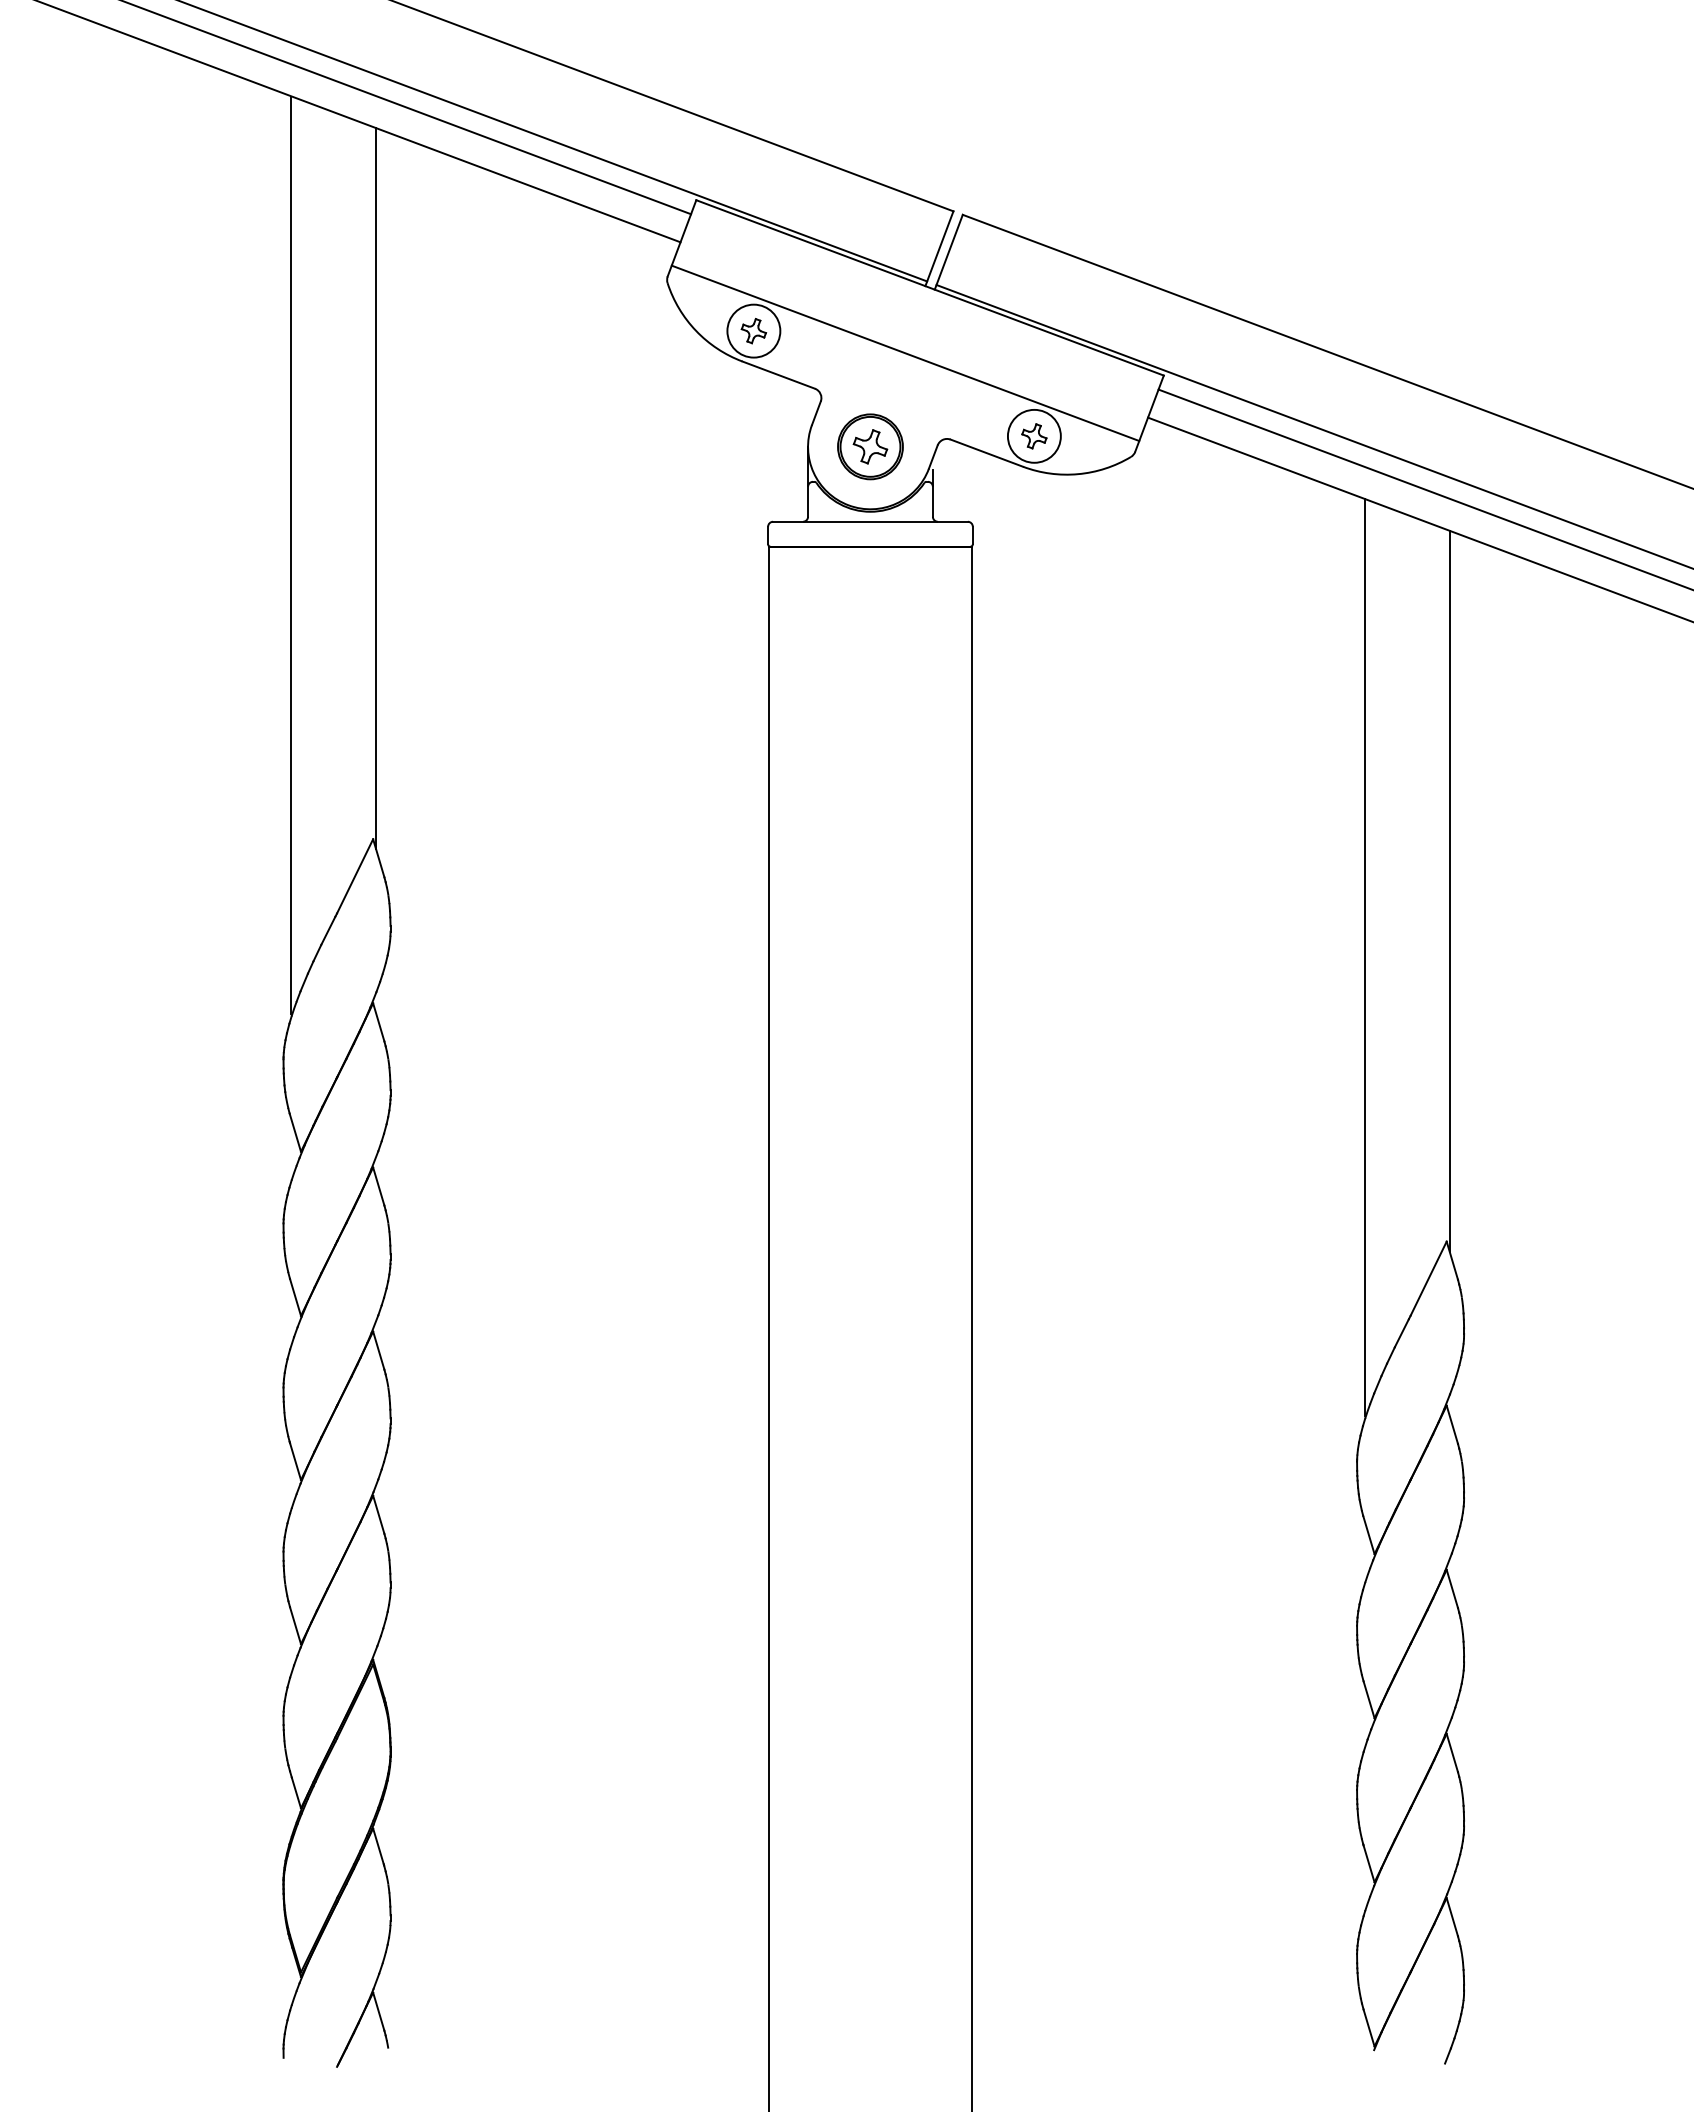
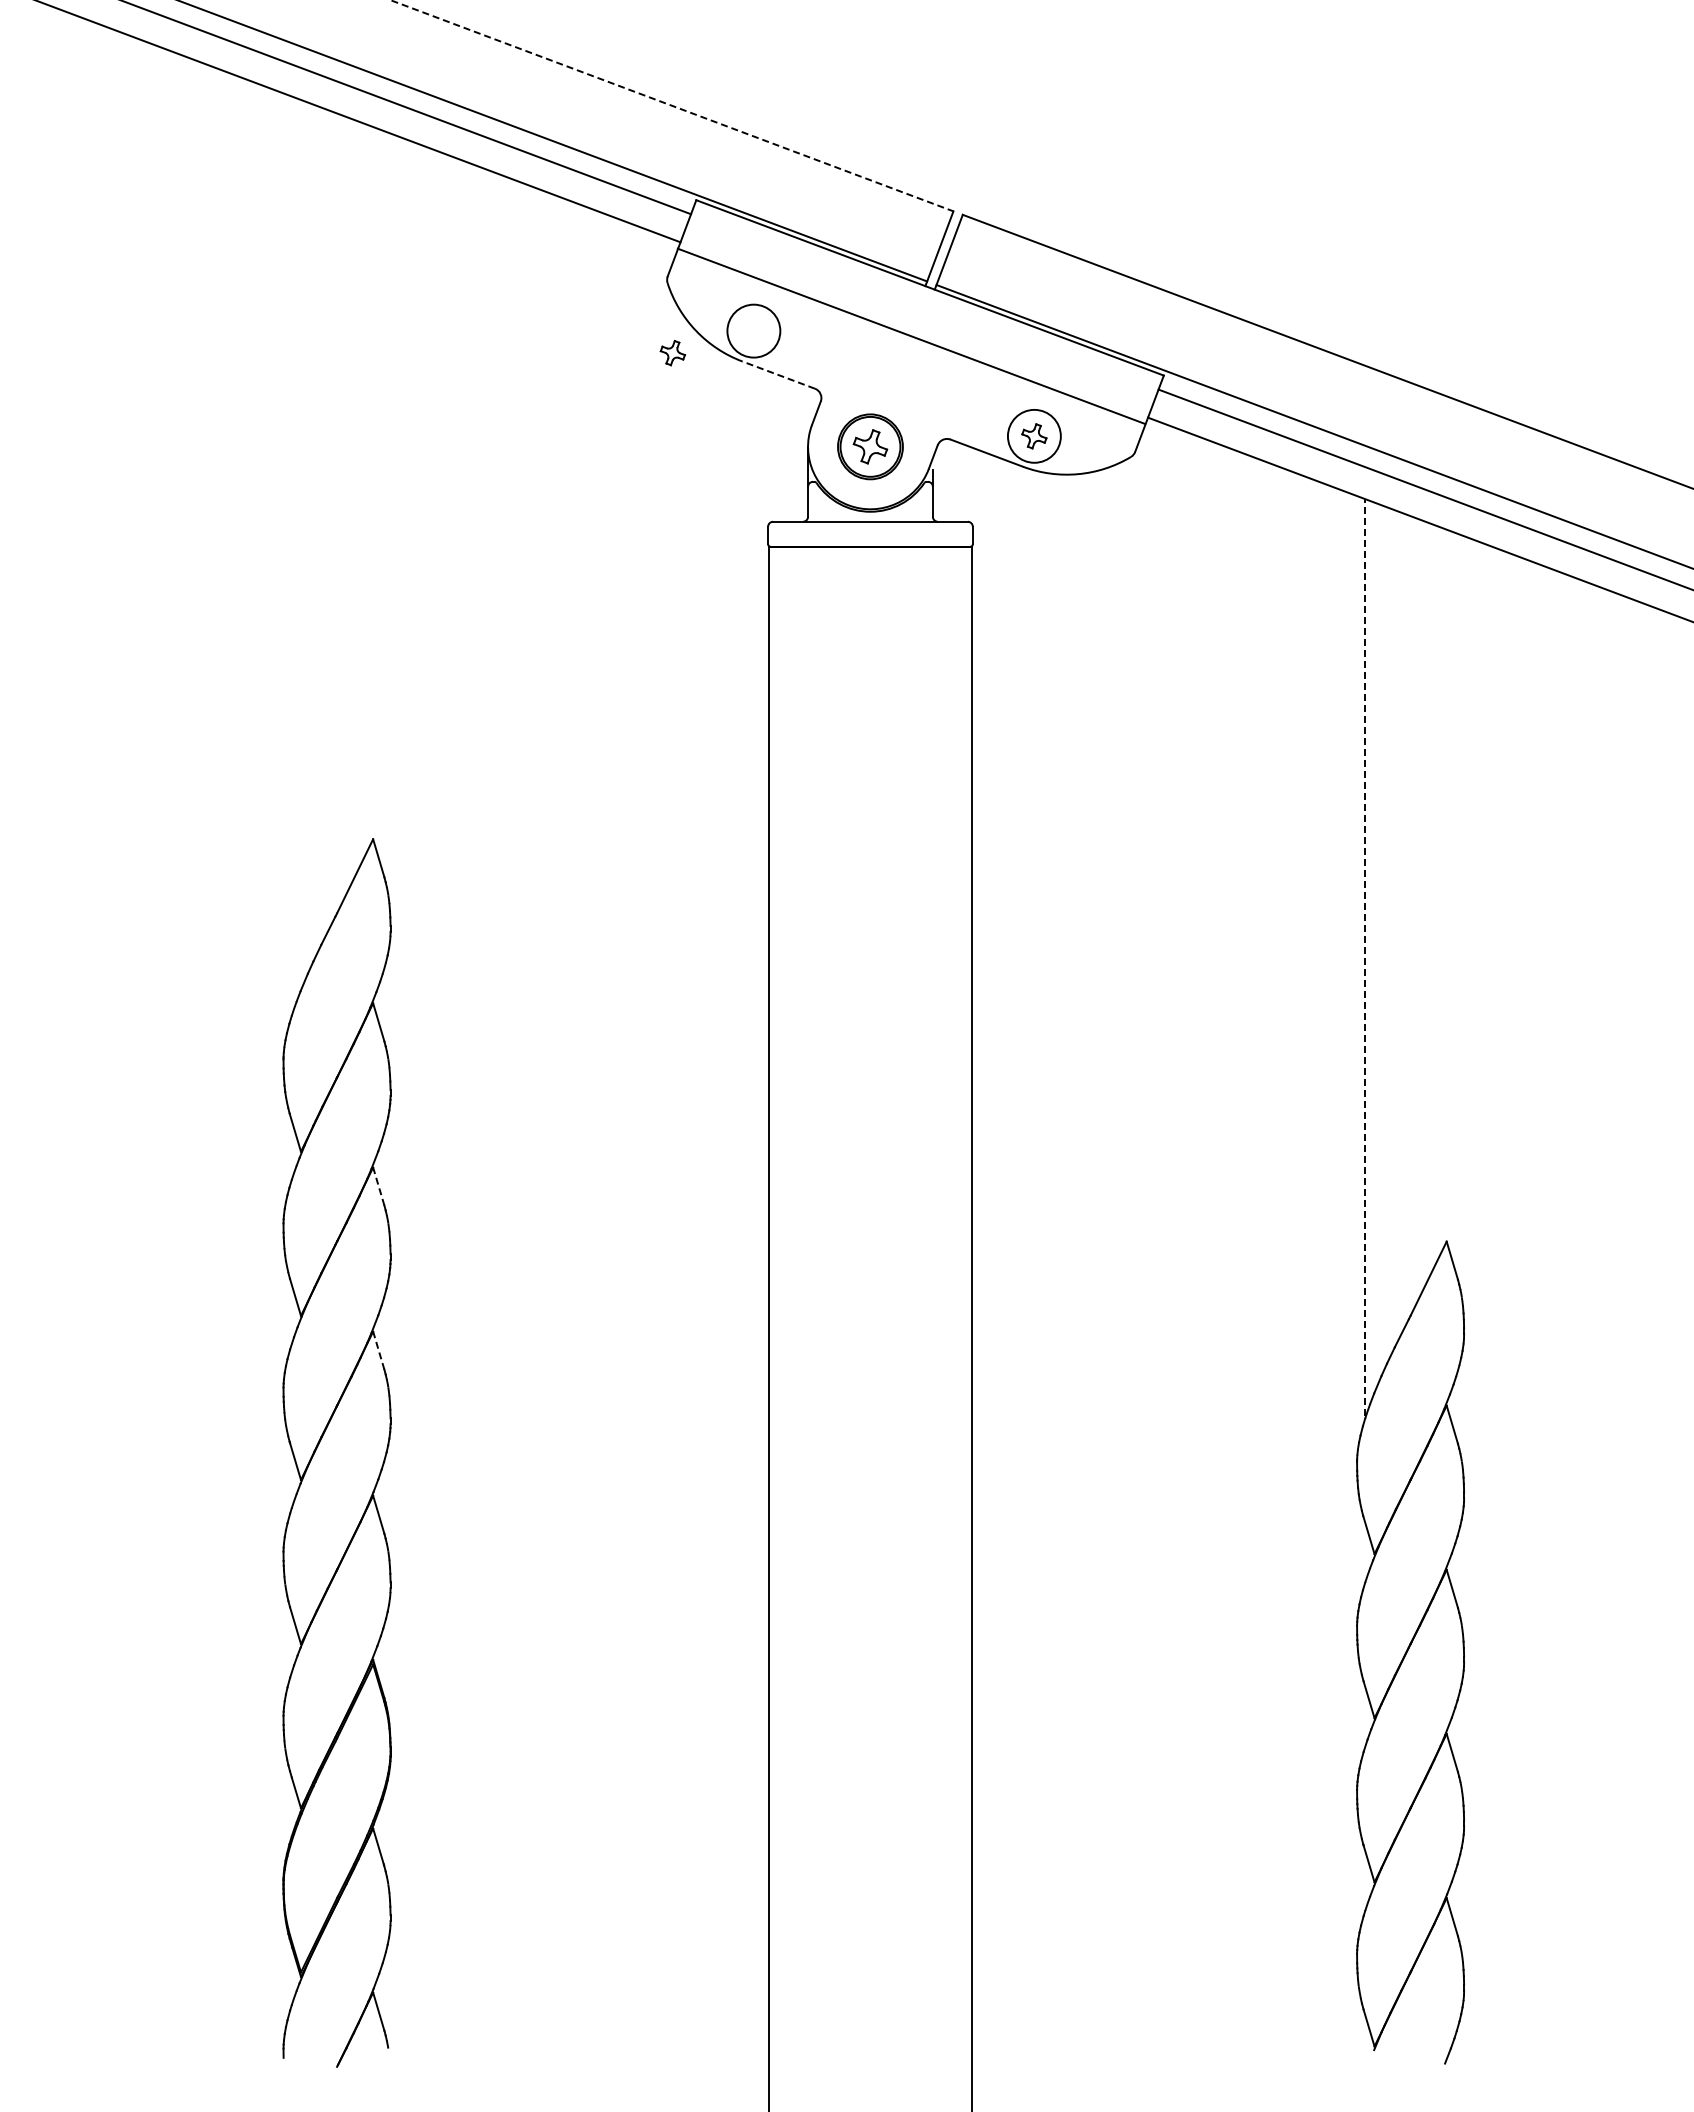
line at (672, 106): solid -> dashed
part at (753, 331) position: (753, 331) -> (672, 353)
line at (905, 353) position: (905, 353) -> (911, 336)
line at (778, 375): solid -> dashed
line at (376, 488): present -> none
line at (291, 554): present -> none
line at (1449, 890): present -> none
line at (1364, 957): solid -> dashed
line at (378, 1186): solid -> dashed
line at (378, 1350): solid -> dashed
